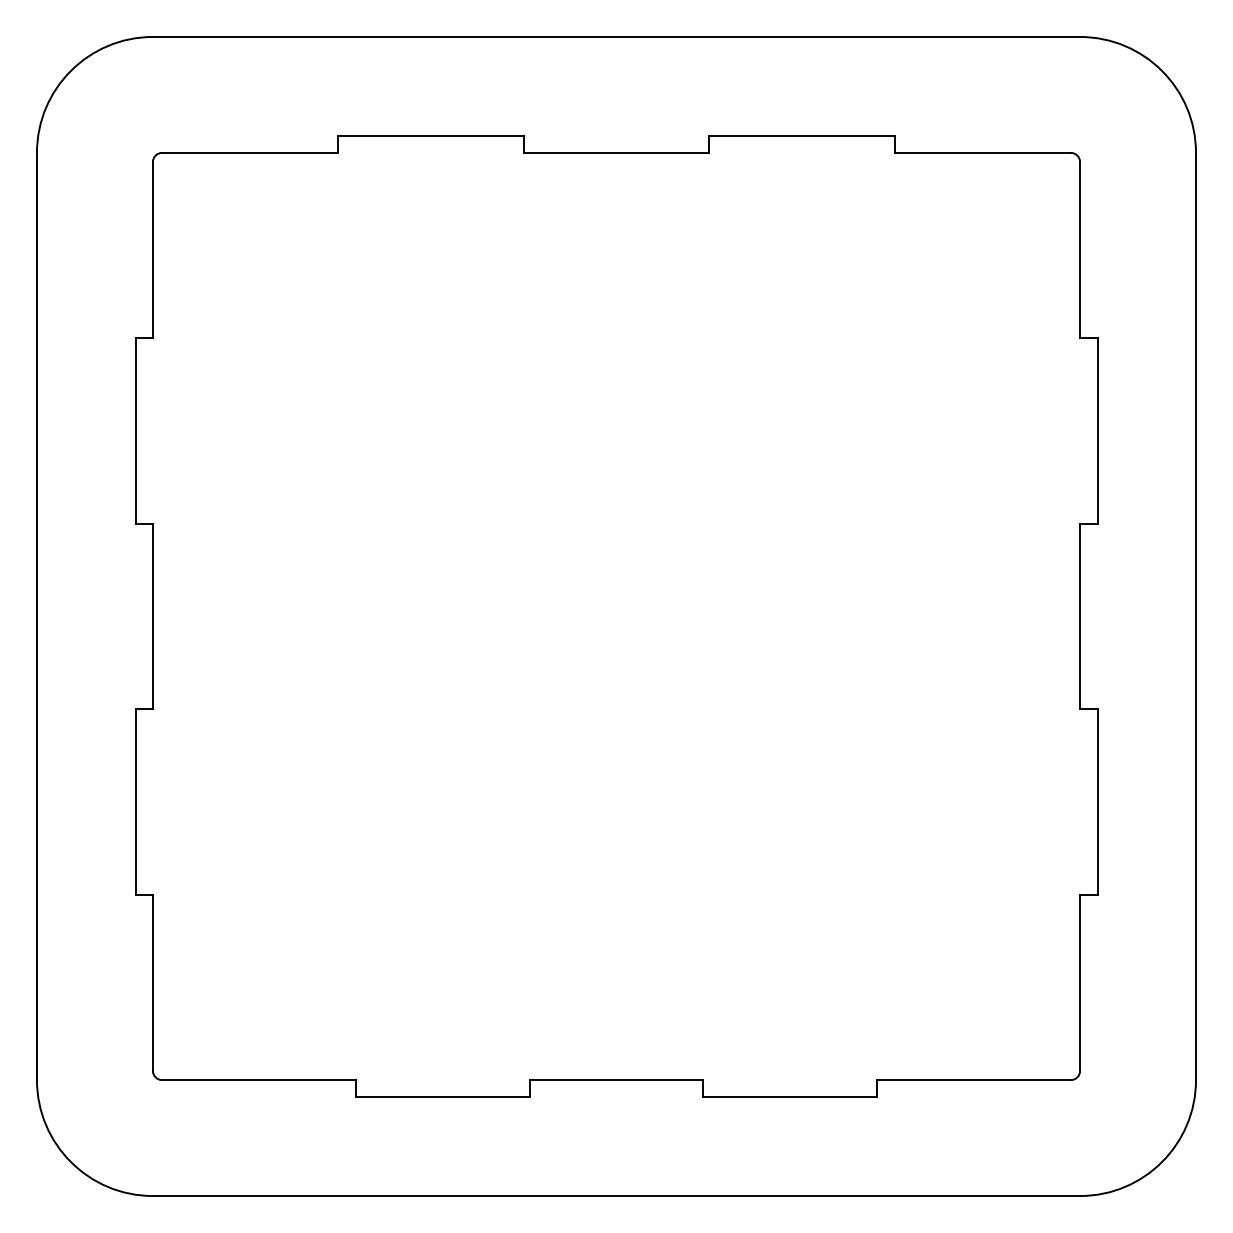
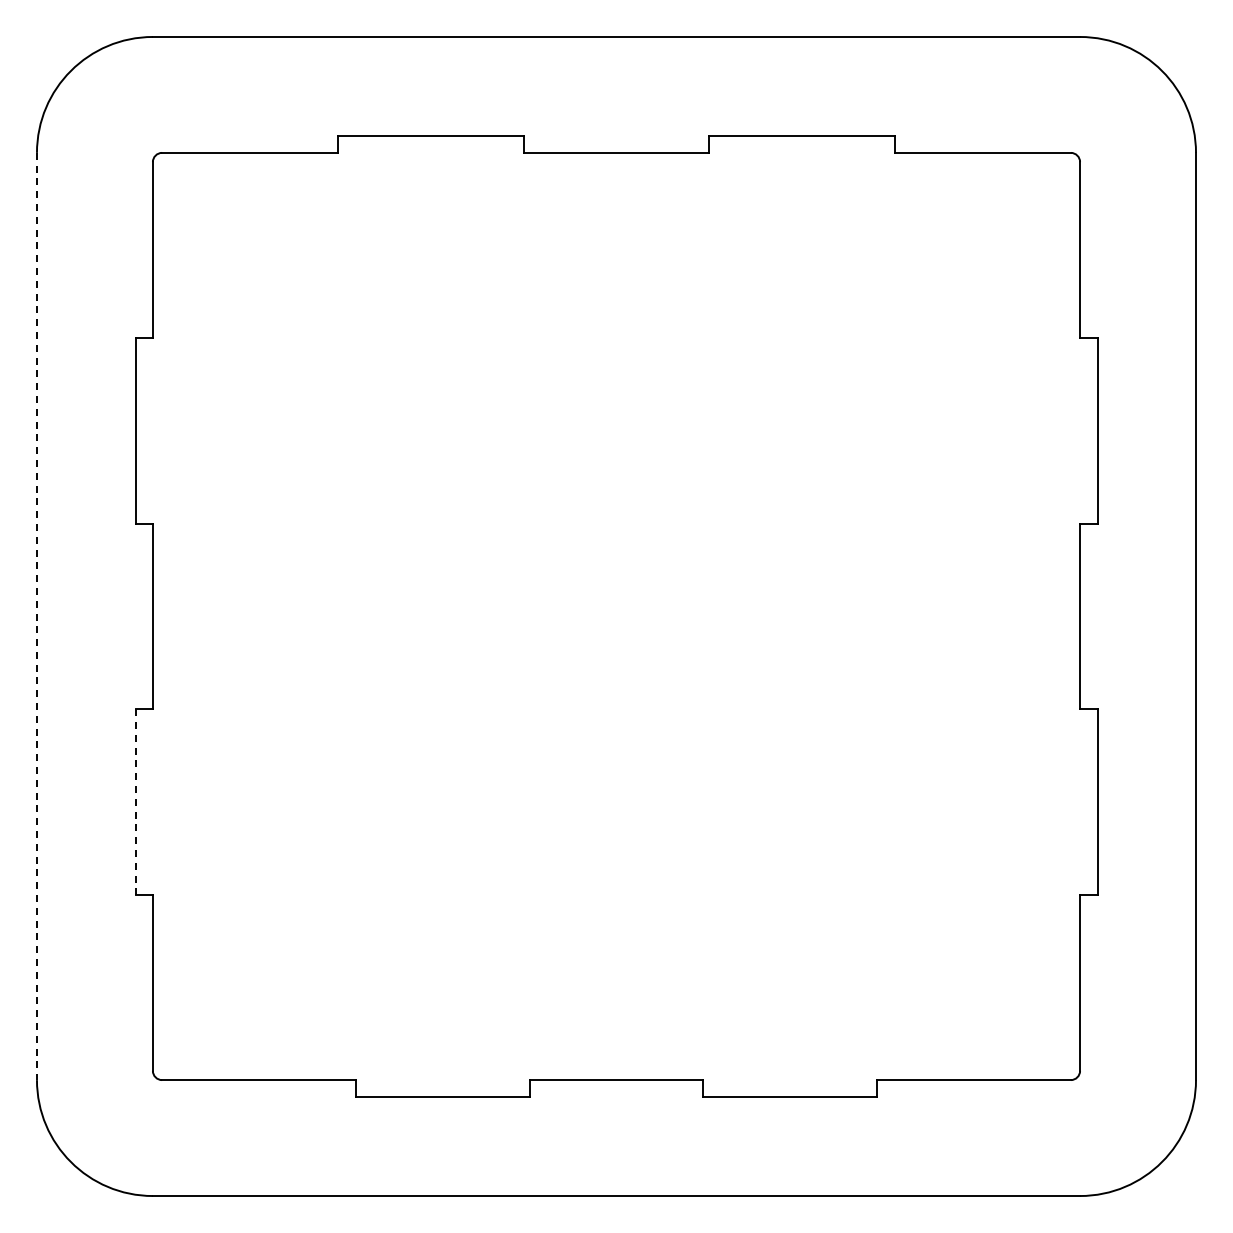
line at (36, 616): solid -> dashed
line at (135, 801): solid -> dashed
